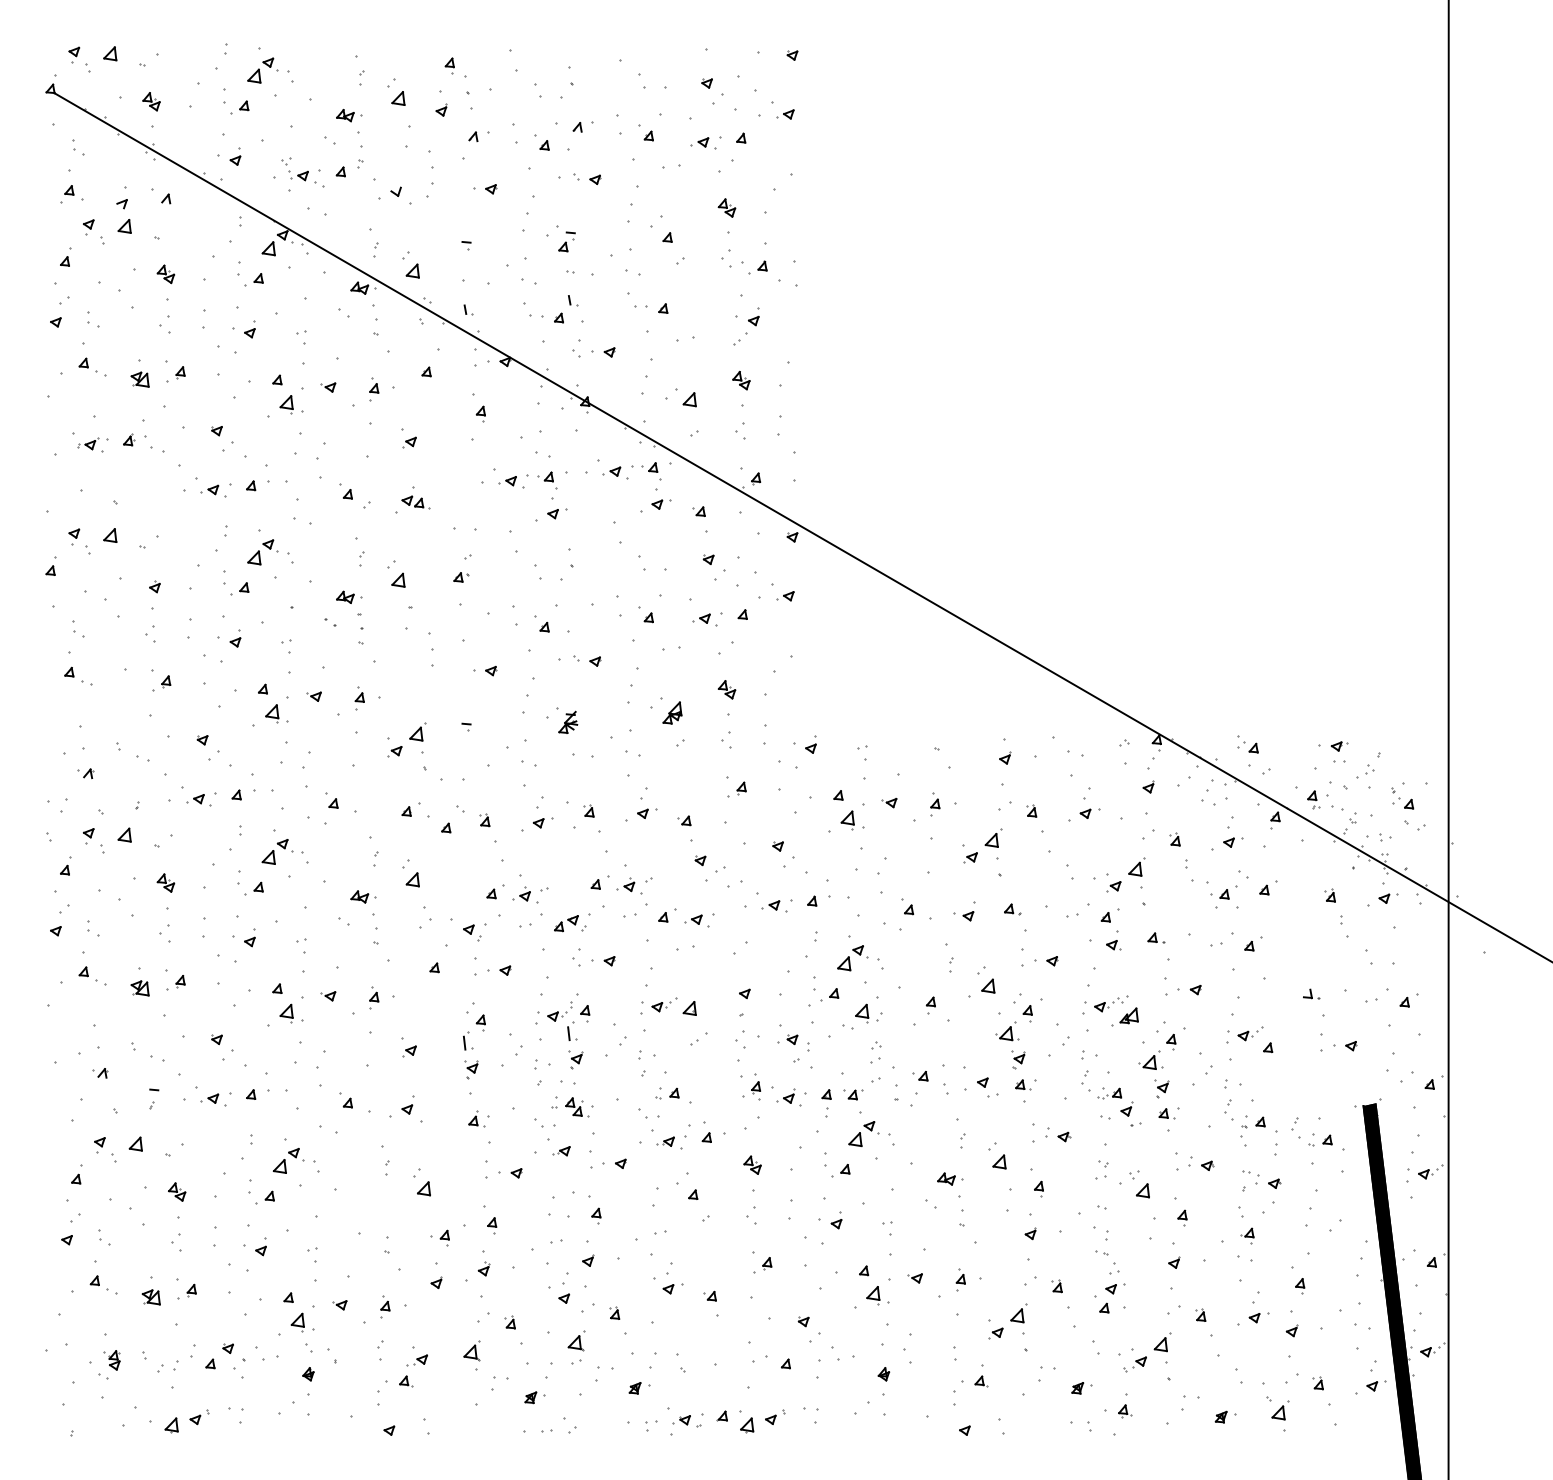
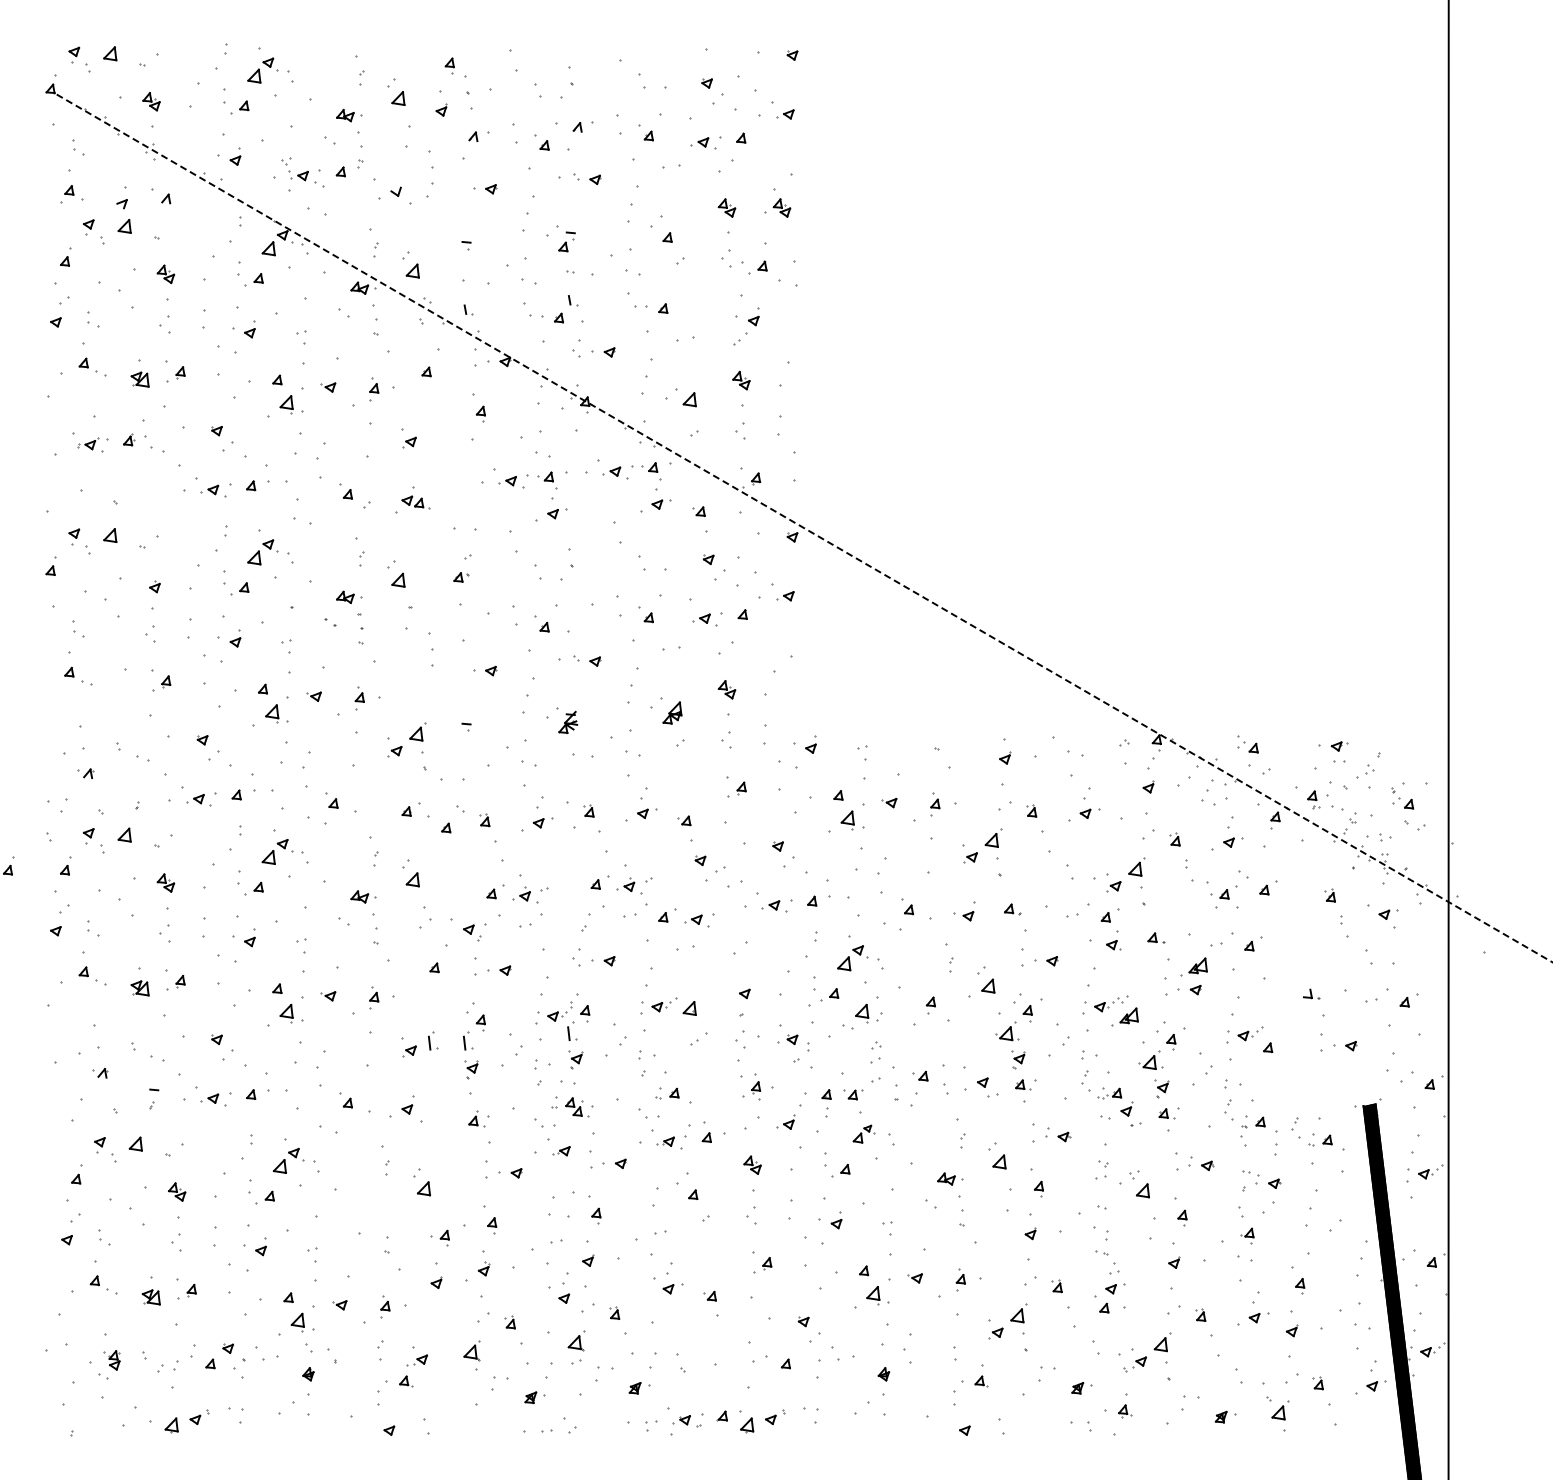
part at (781, 207): none -> present
line at (803, 527): solid -> dashed
part at (8, 865): none -> present
part at (1388, 898) position: (1388, 898) -> (1388, 914)
part at (566, 923): present -> none
part at (1193, 966): none -> present
part at (433, 1040): none -> present
part at (785, 1095) position: (785, 1095) -> (785, 1121)
part at (863, 1134) size: 32x27 px -> 24x20 px
